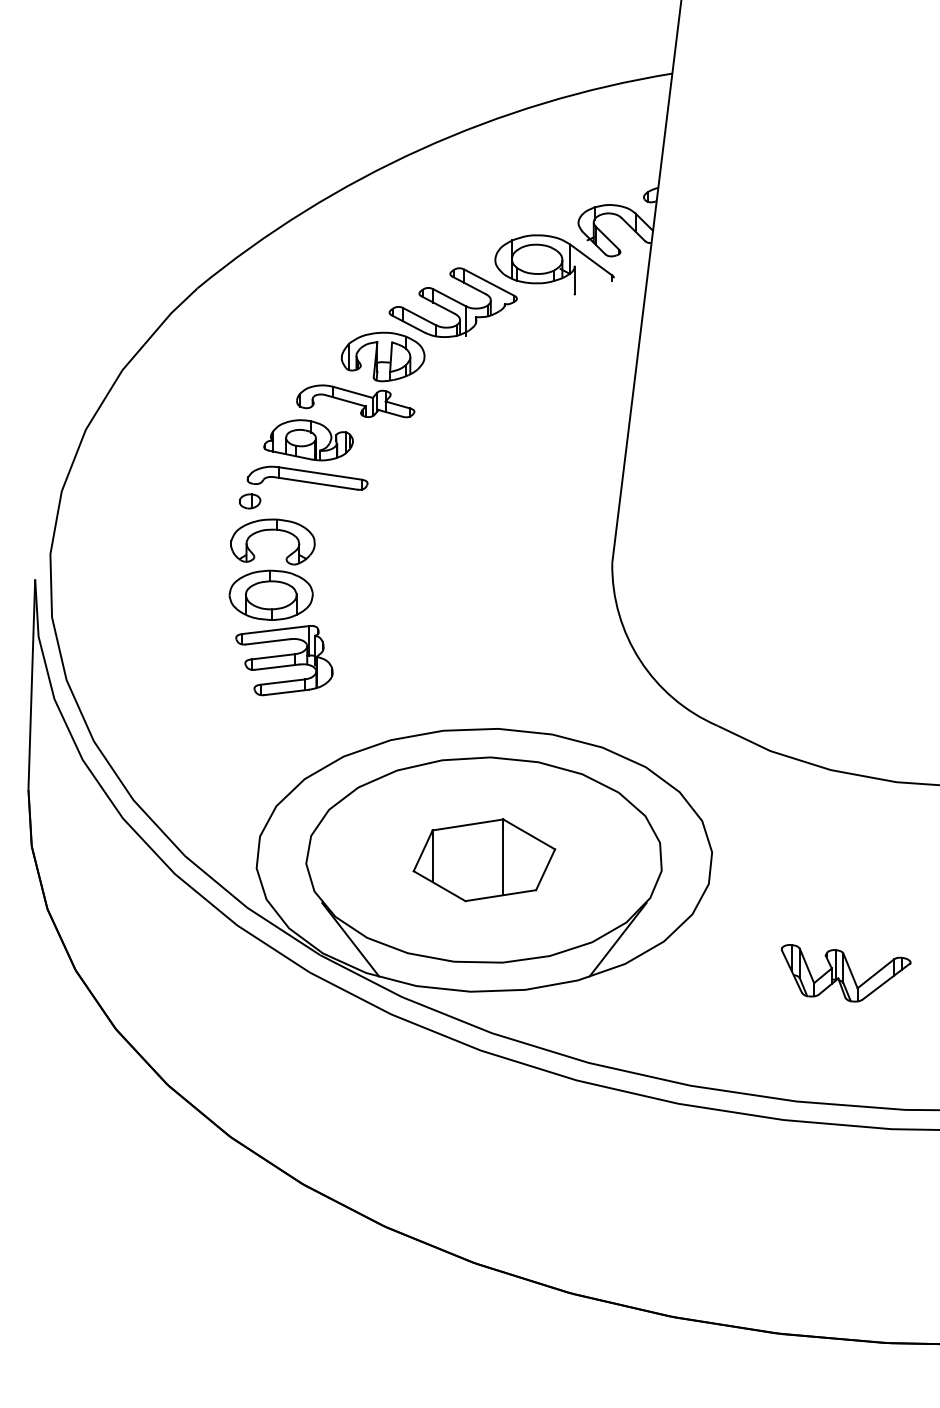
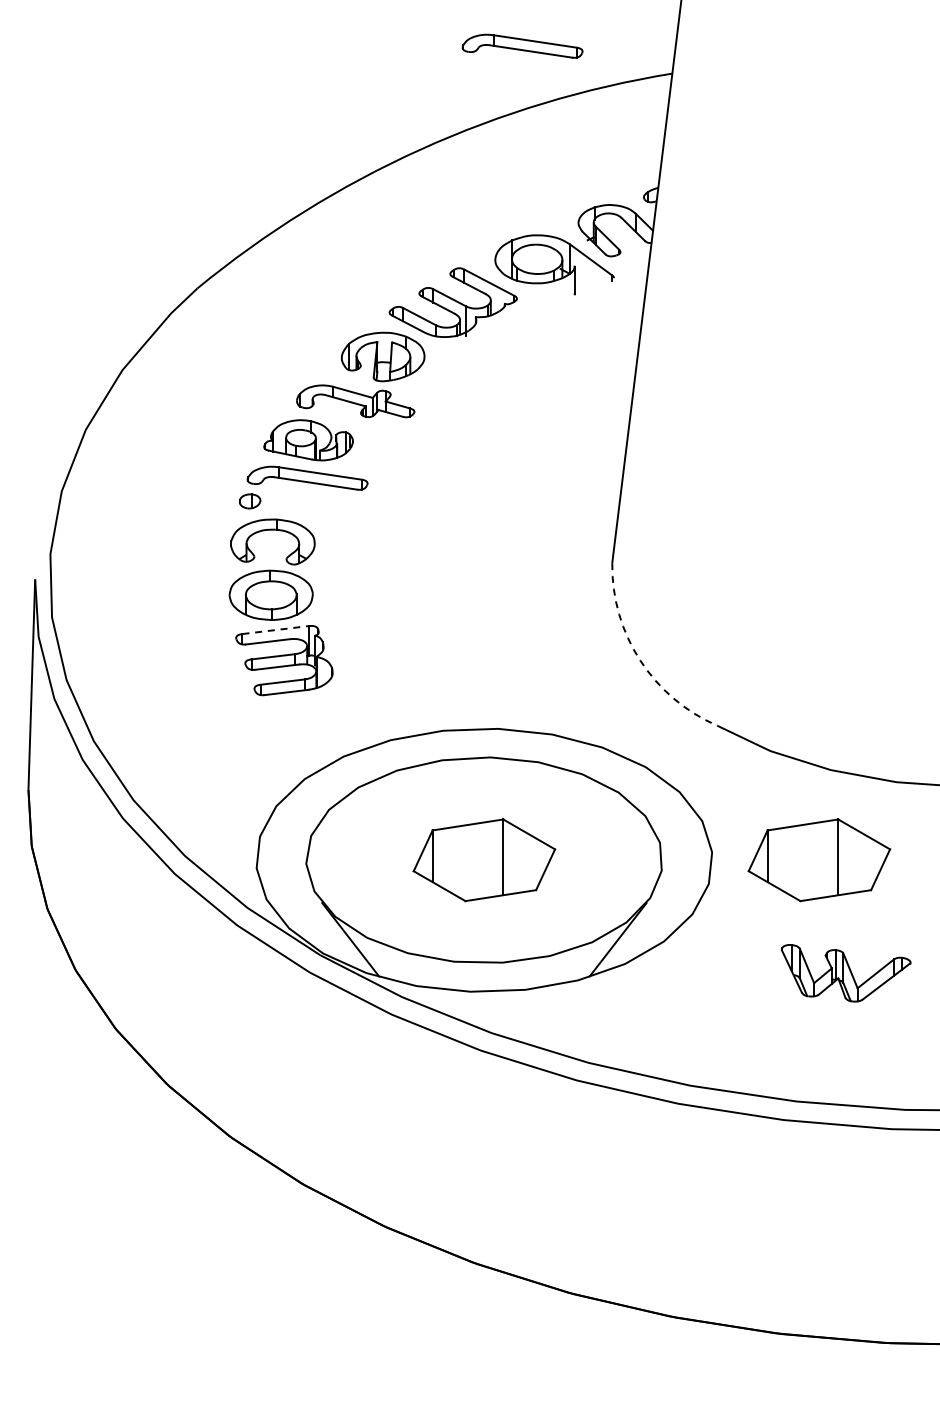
part at (522, 45): none -> present
line at (275, 630): solid -> dashed
arc at (640, 660): solid -> dashed
part at (819, 860): none -> present
